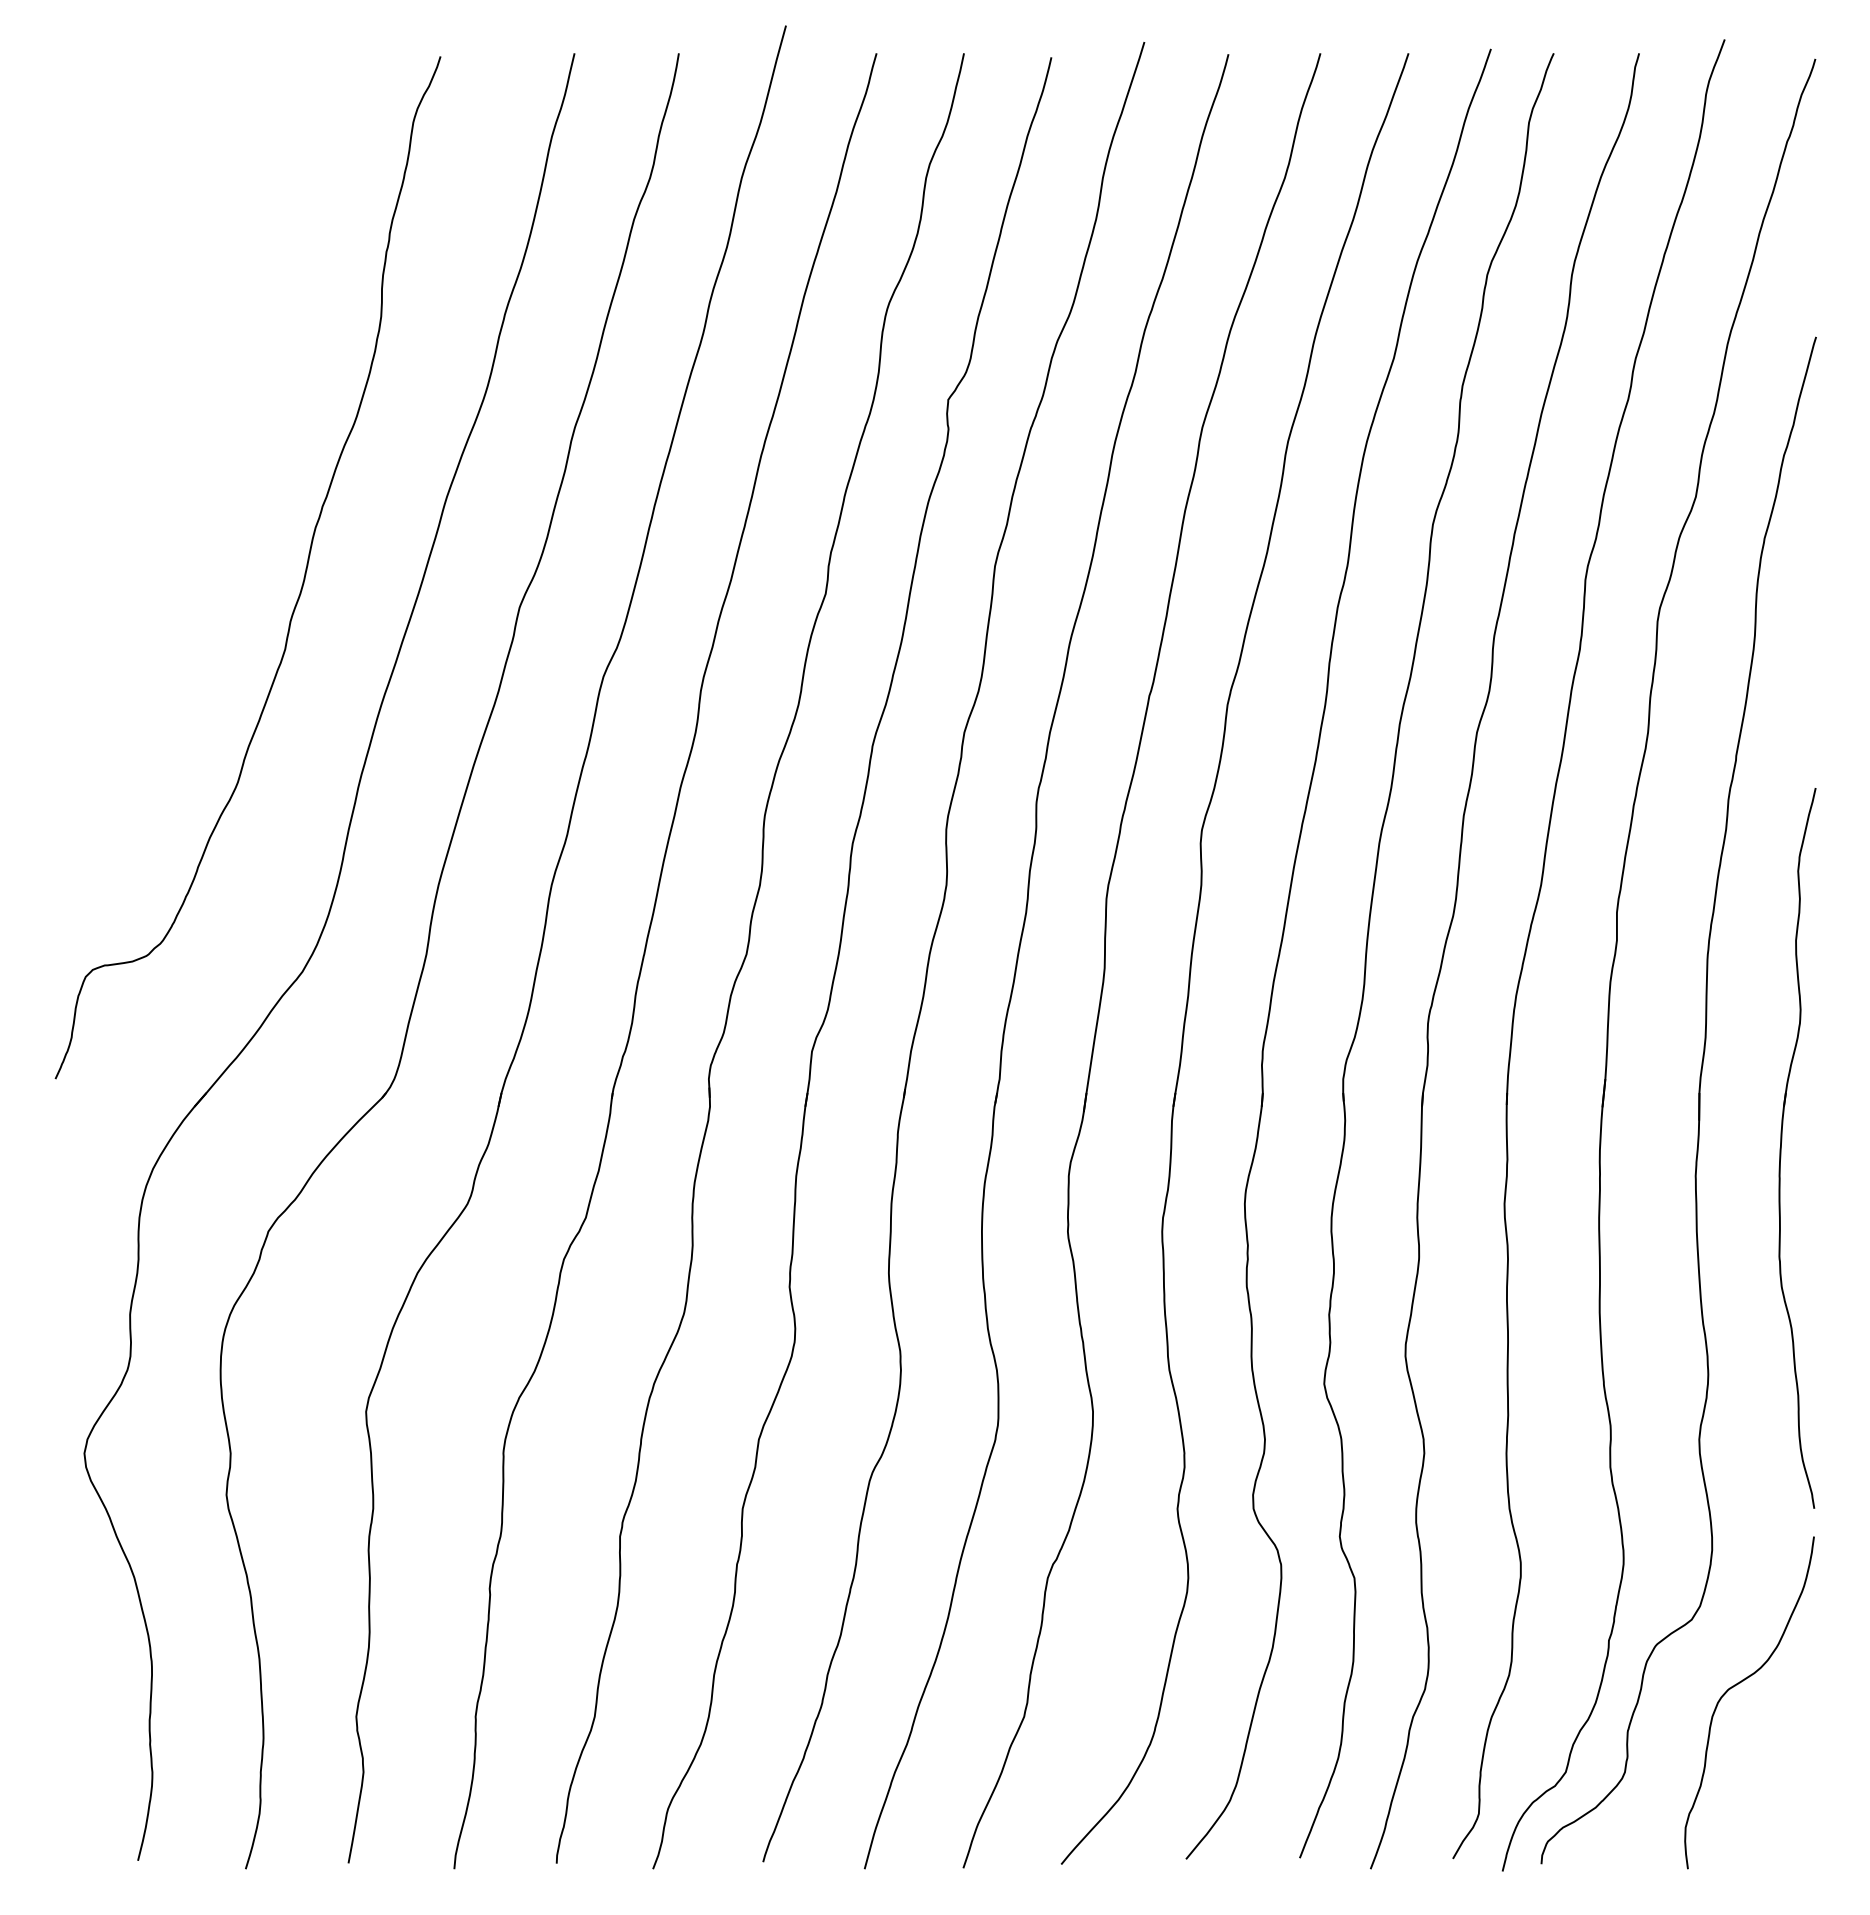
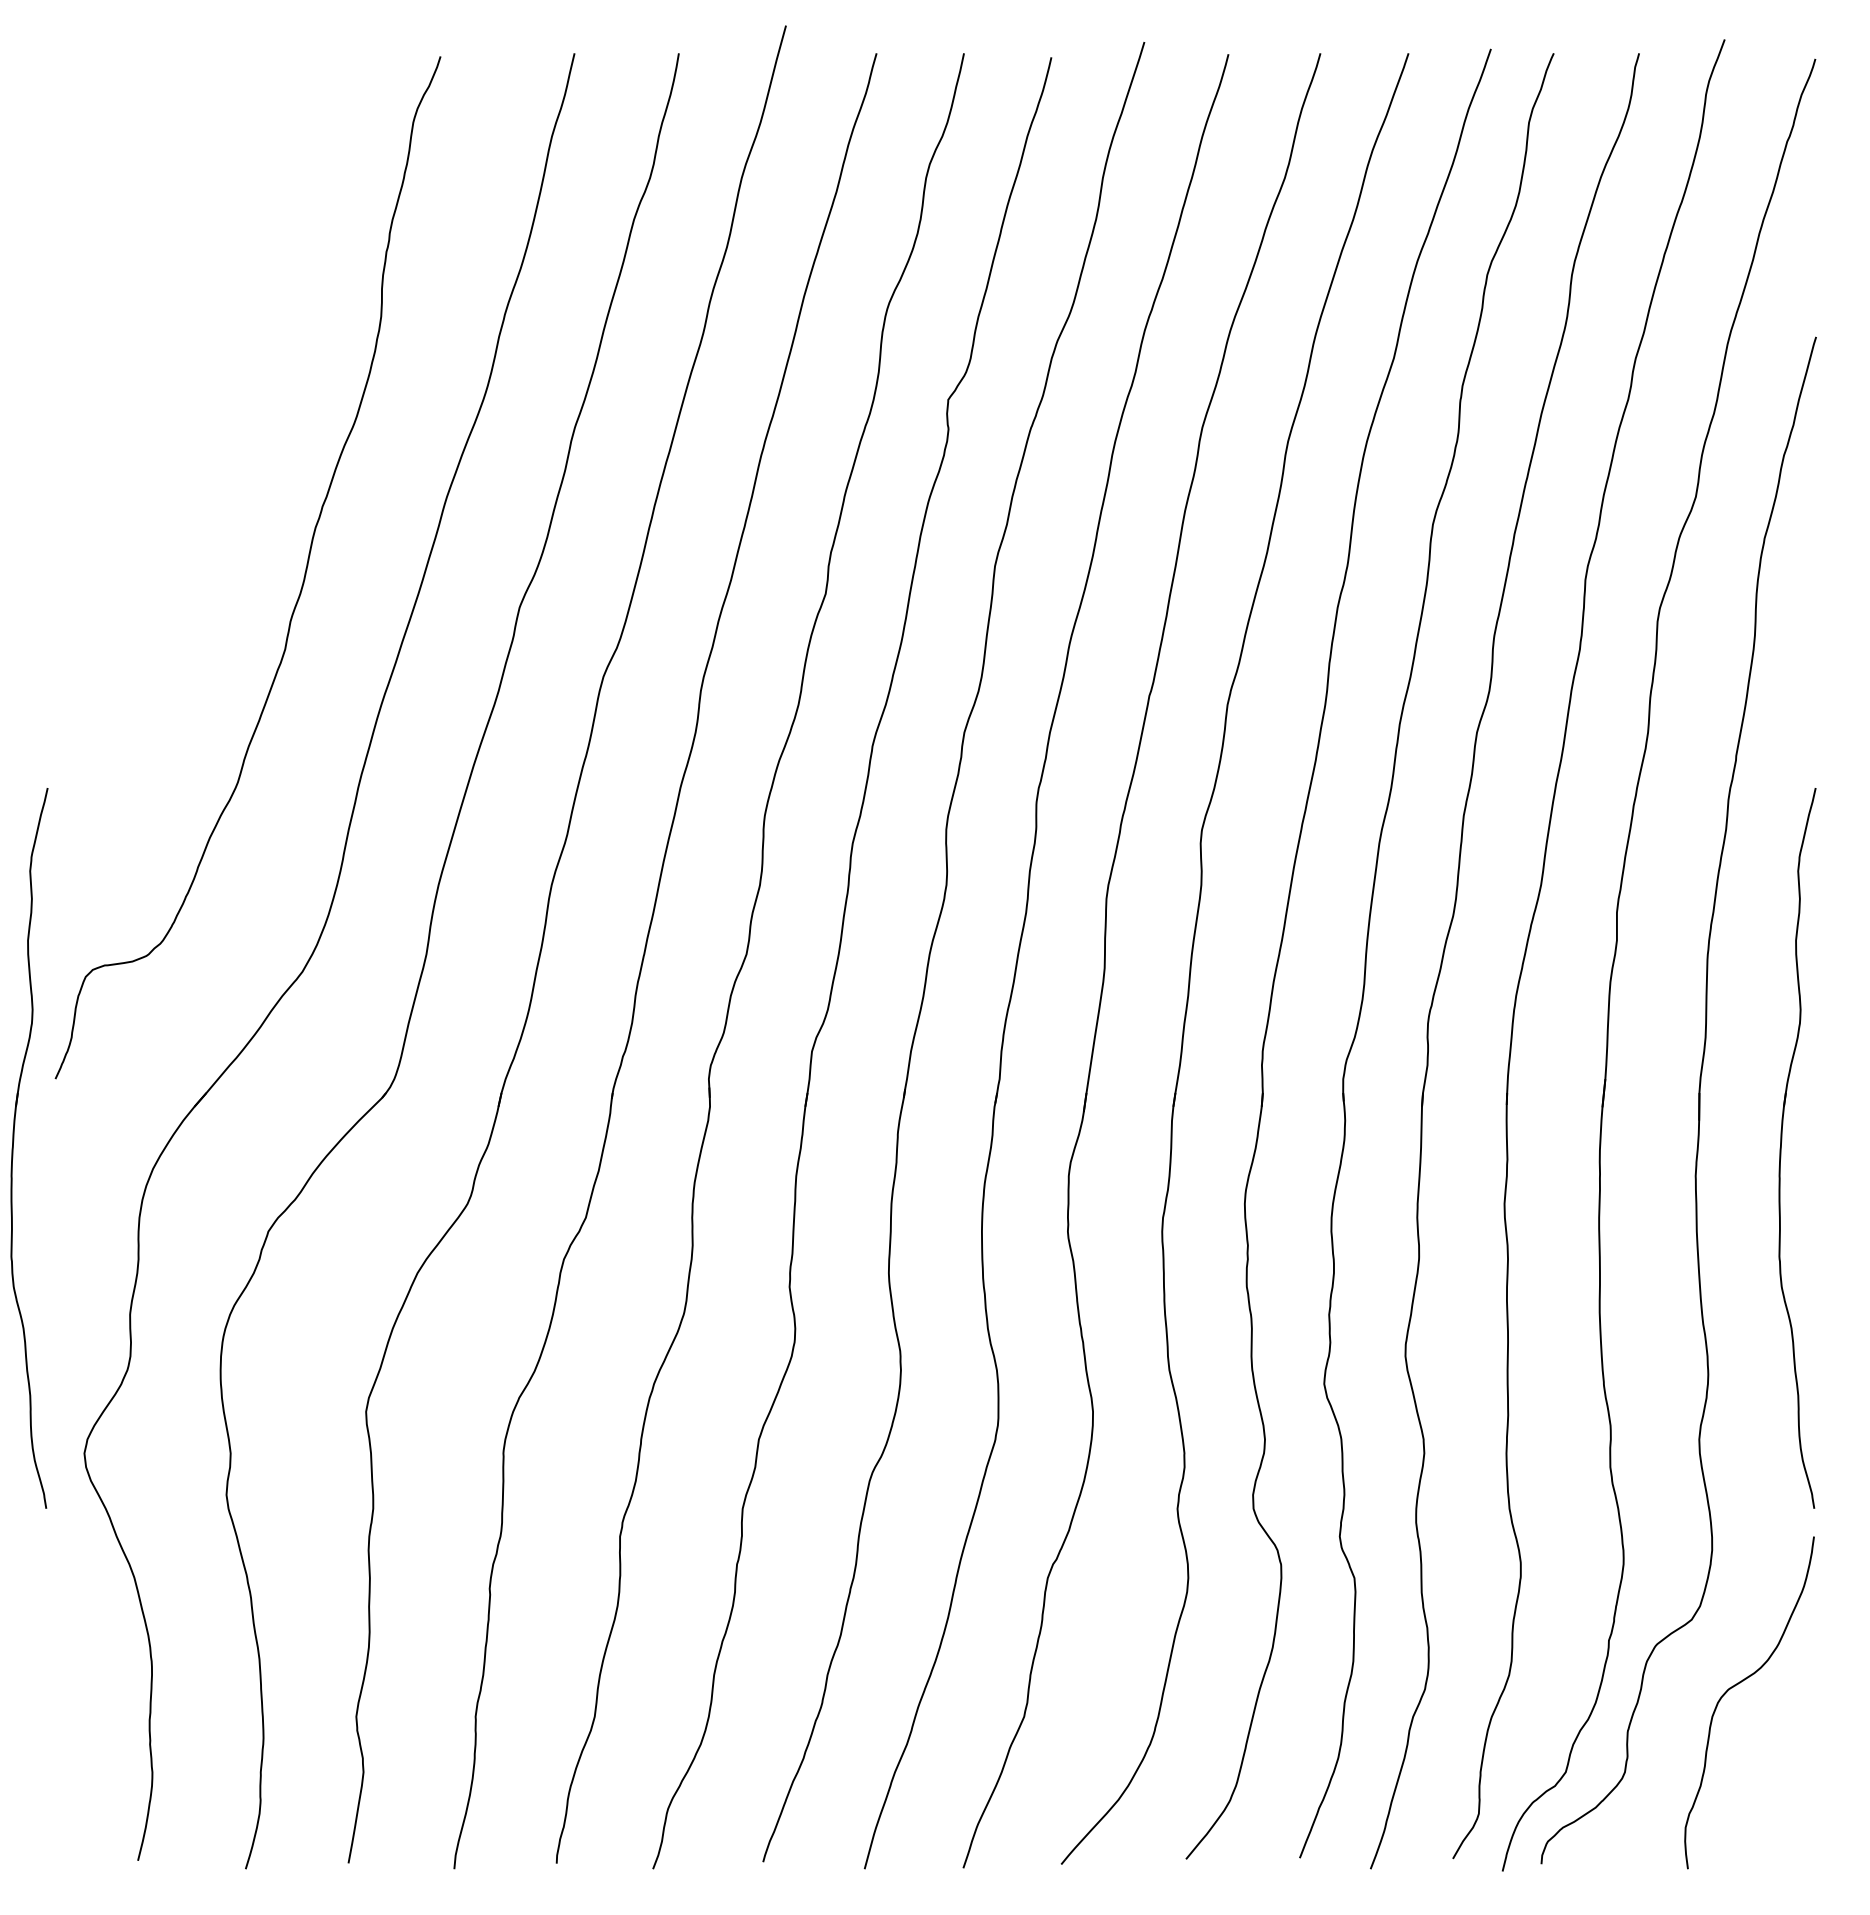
part at (13, 1148): none -> present
